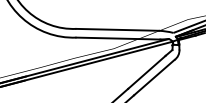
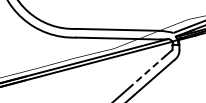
line at (146, 72): solid -> dashed
